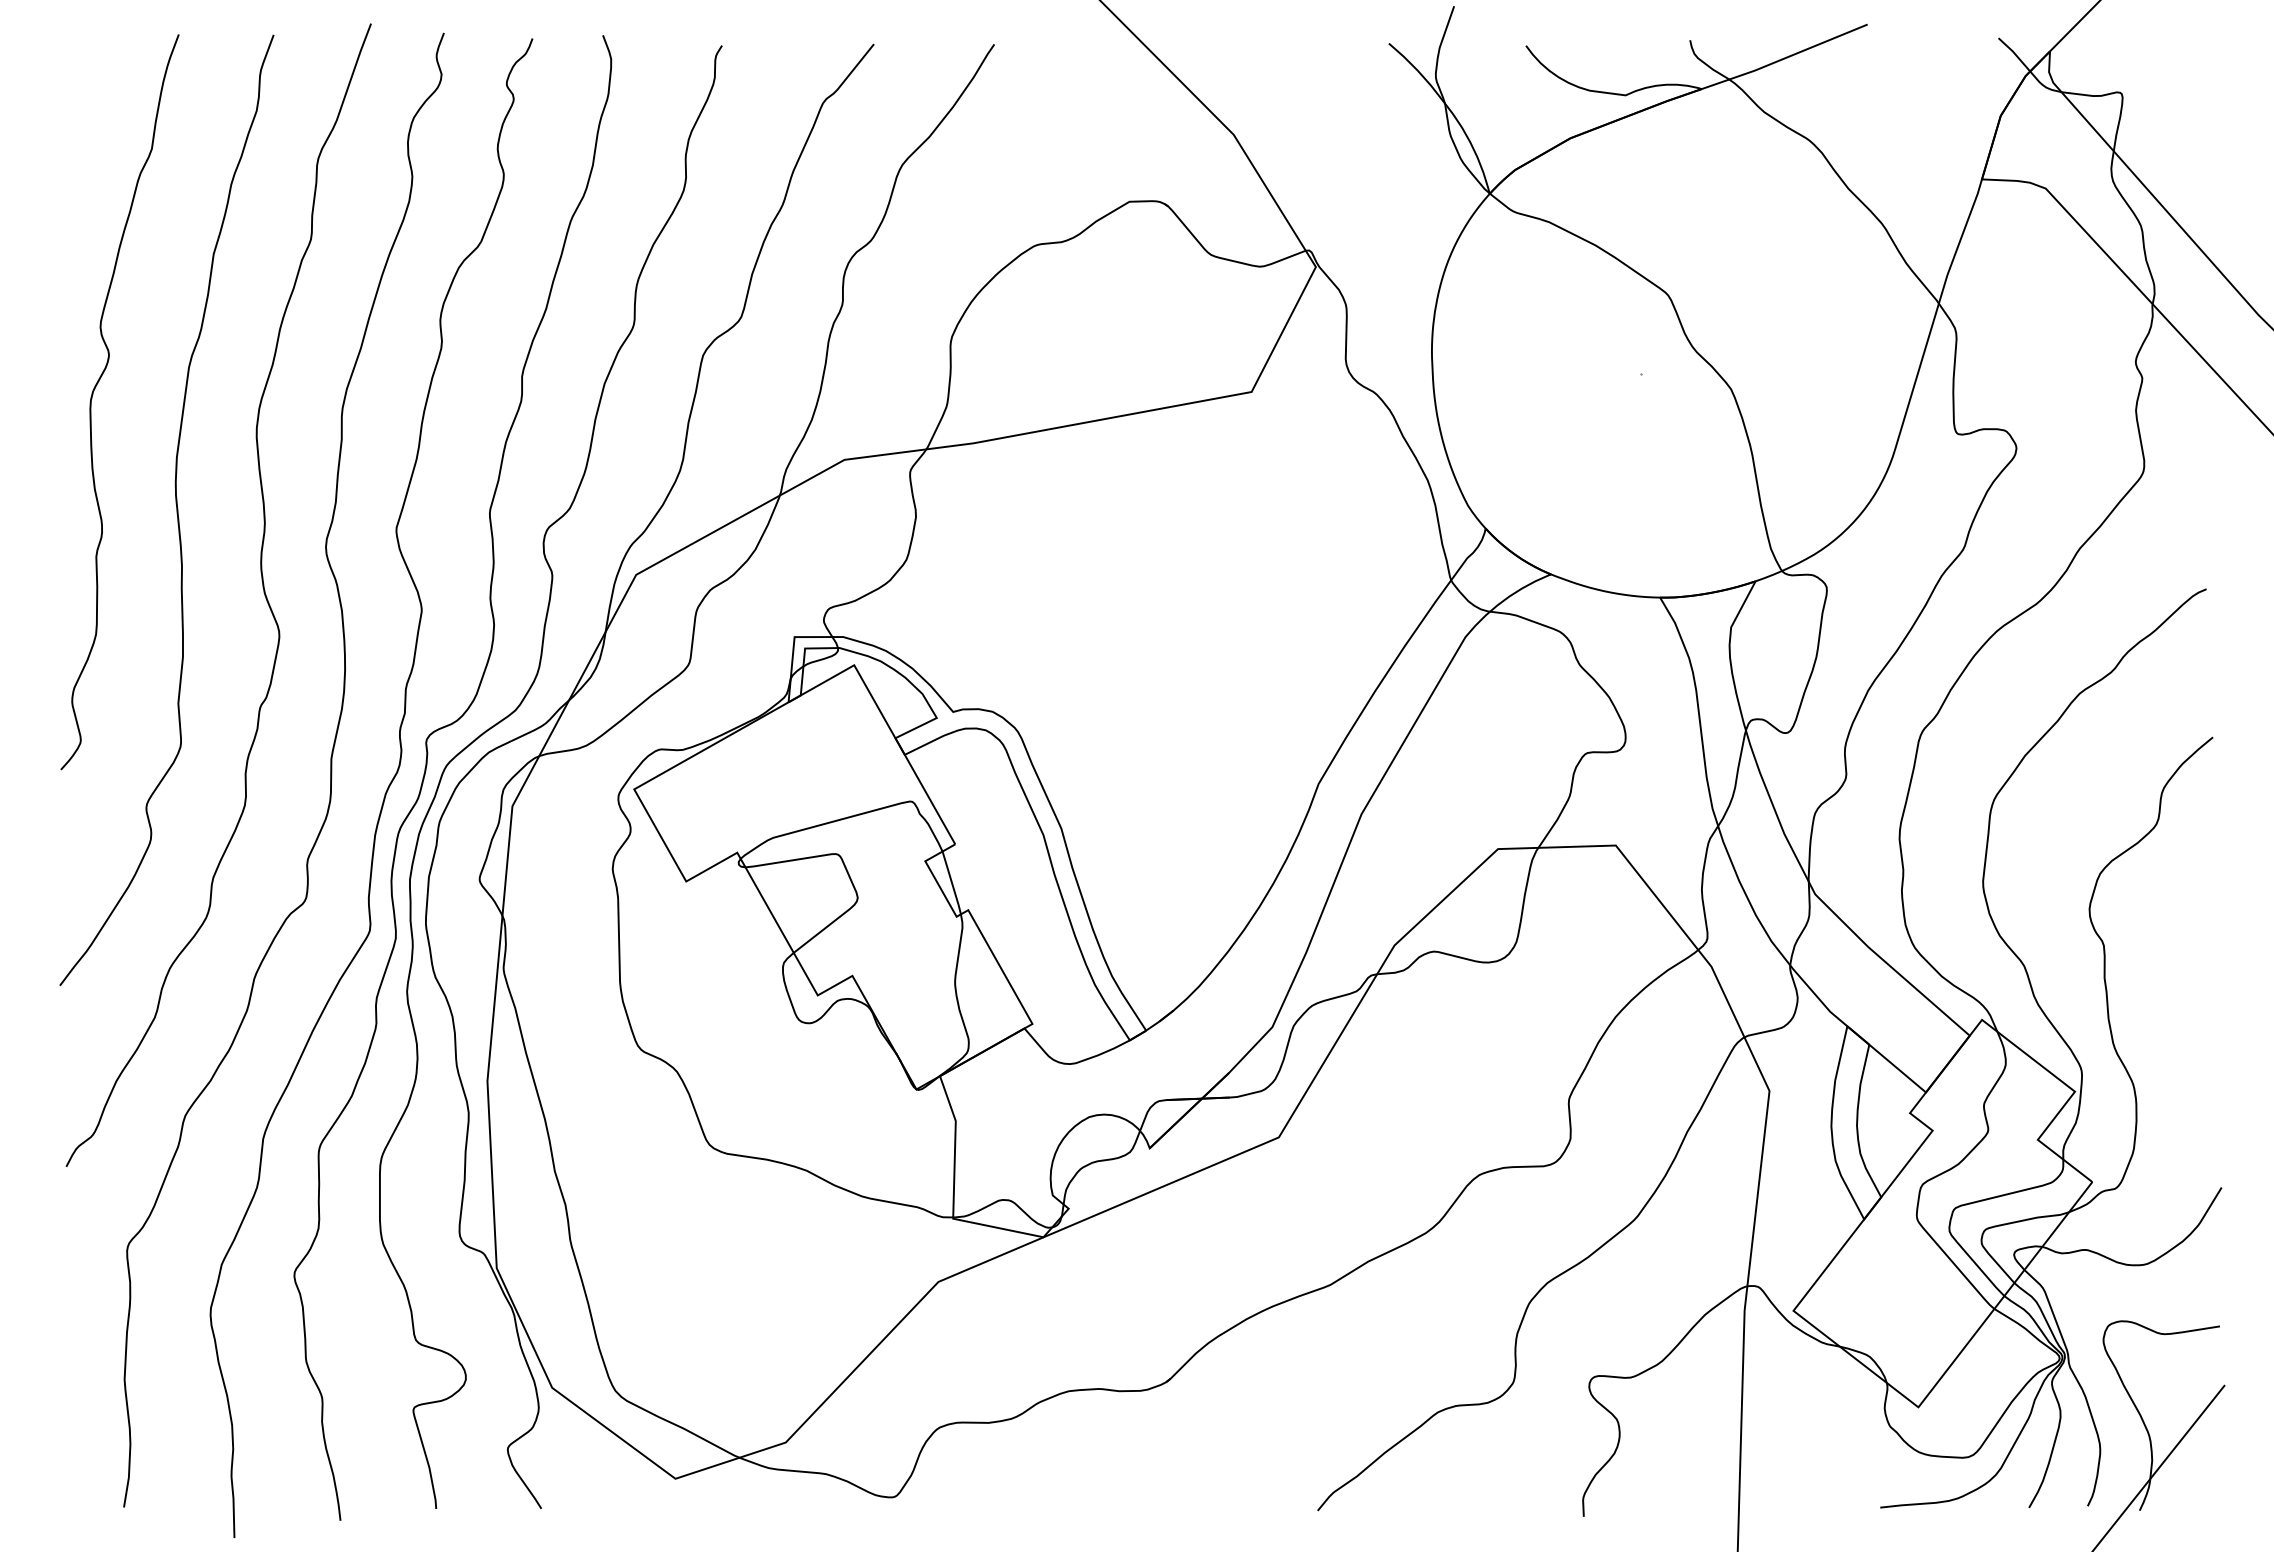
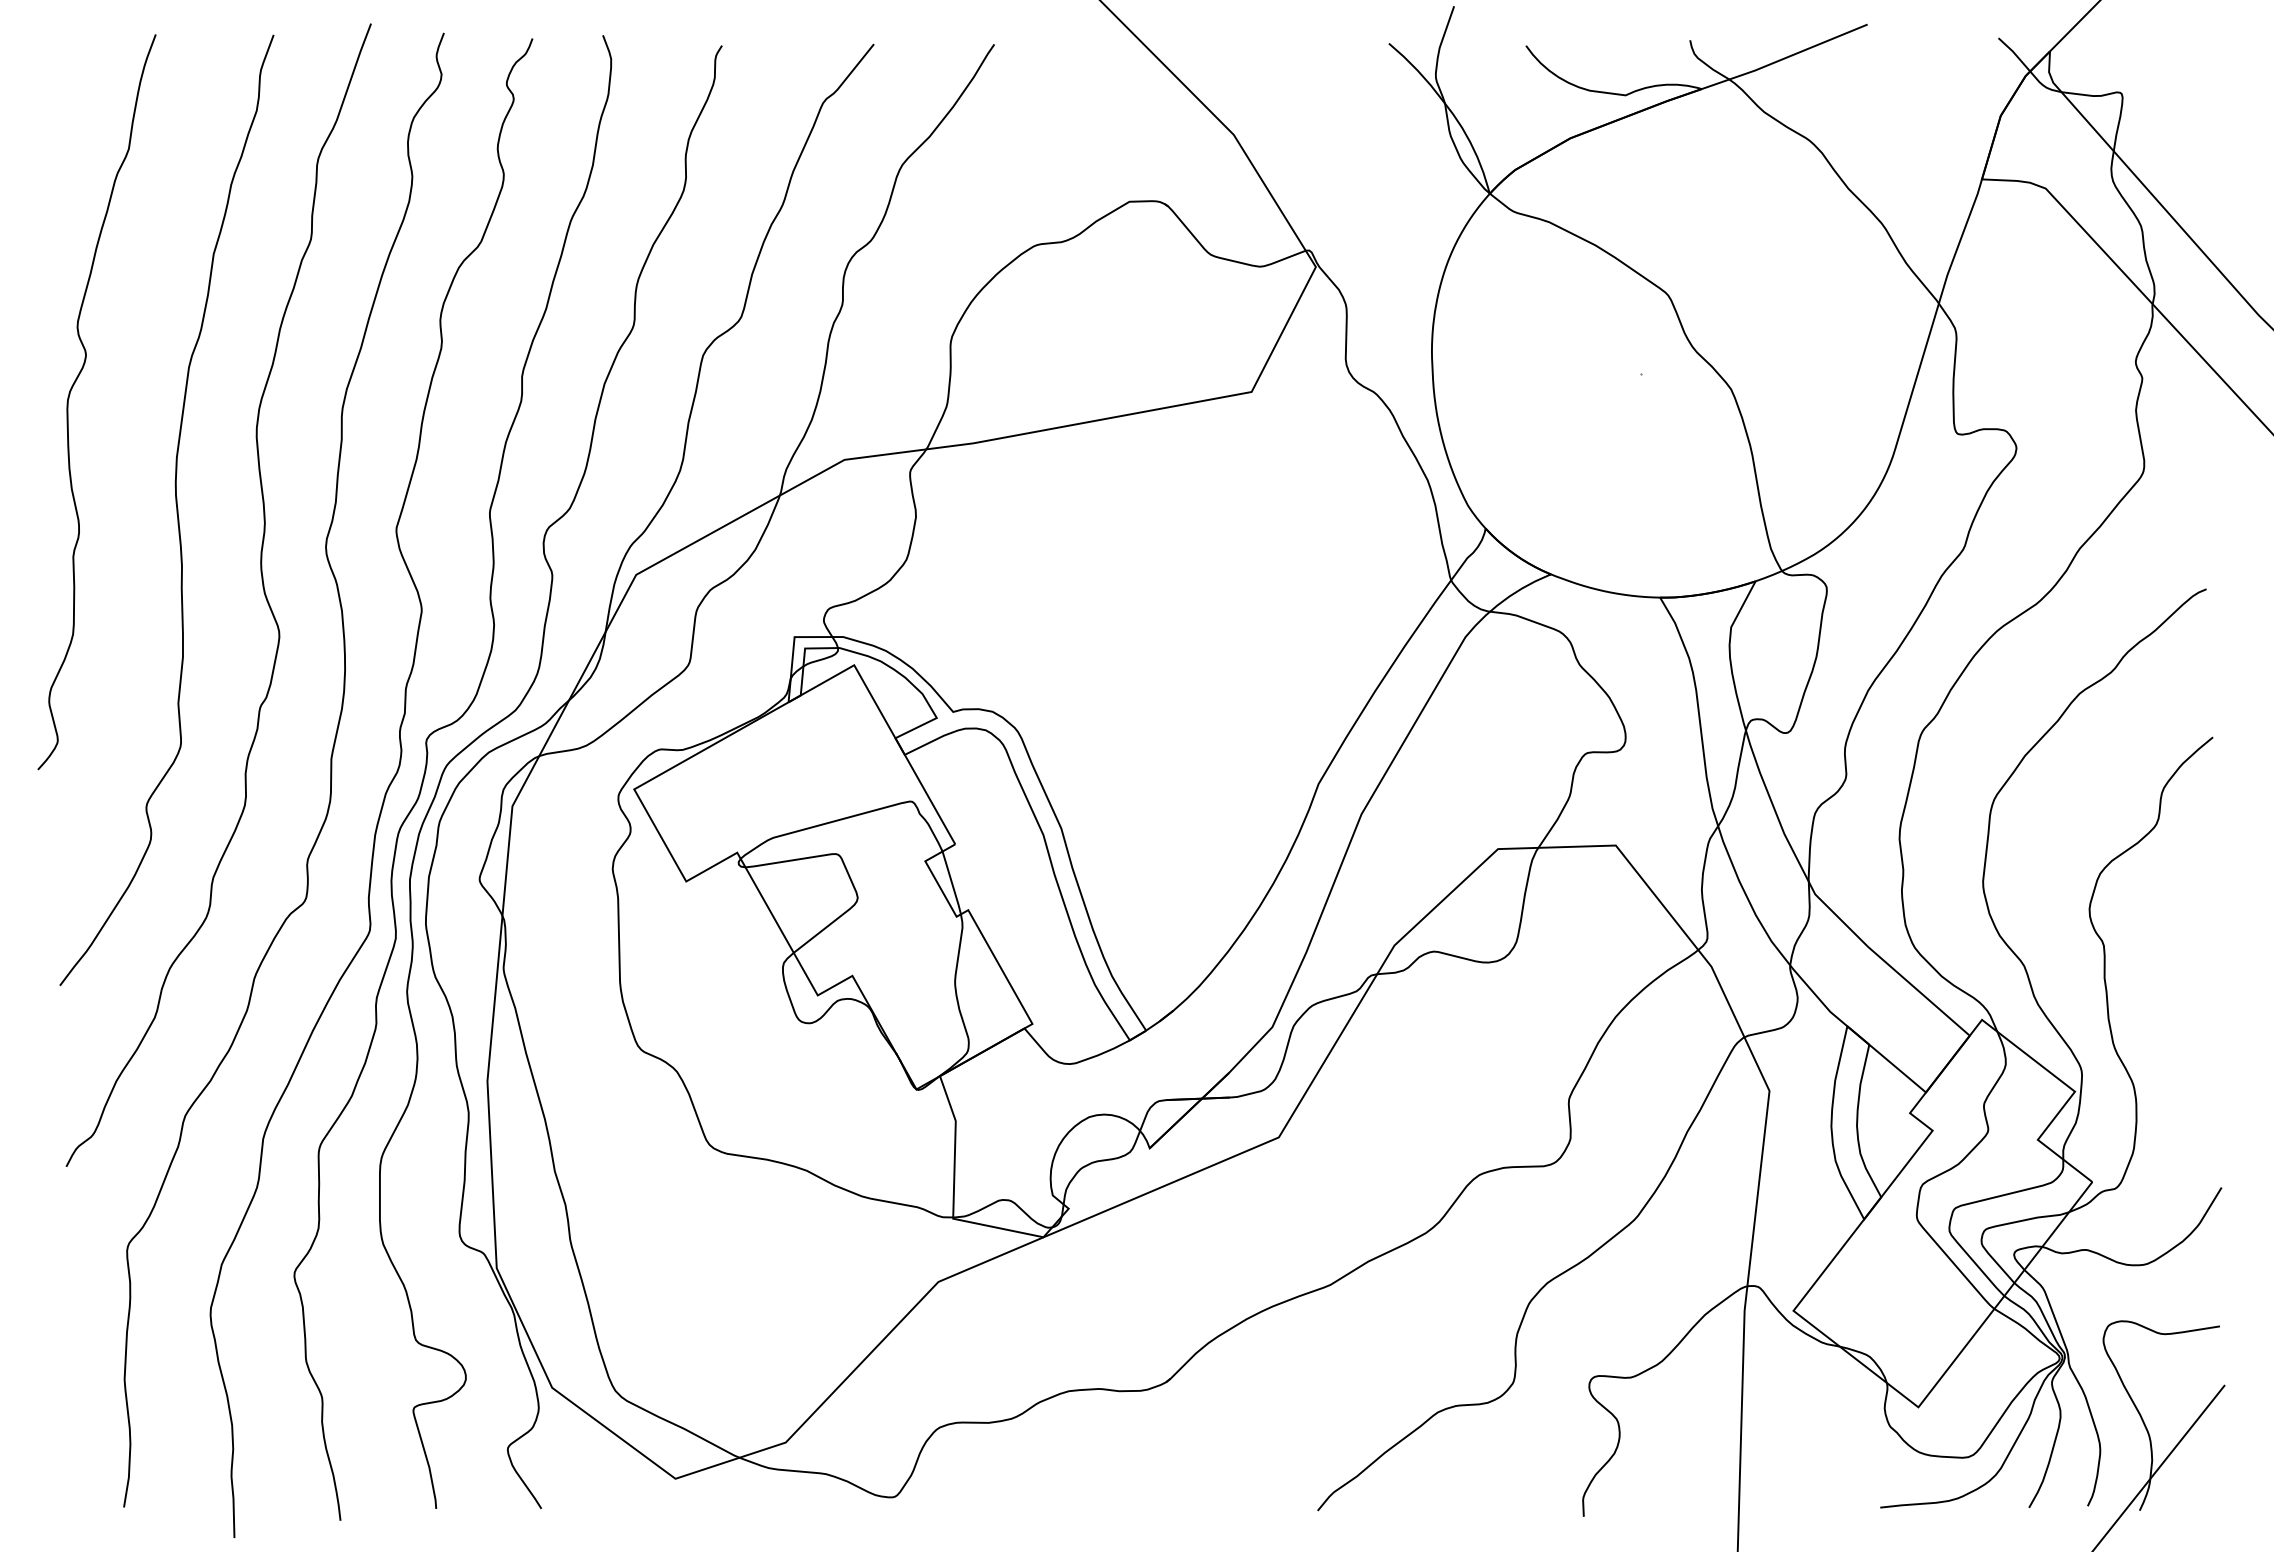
curve at (93, 394) position: (93, 394) -> (70, 394)
